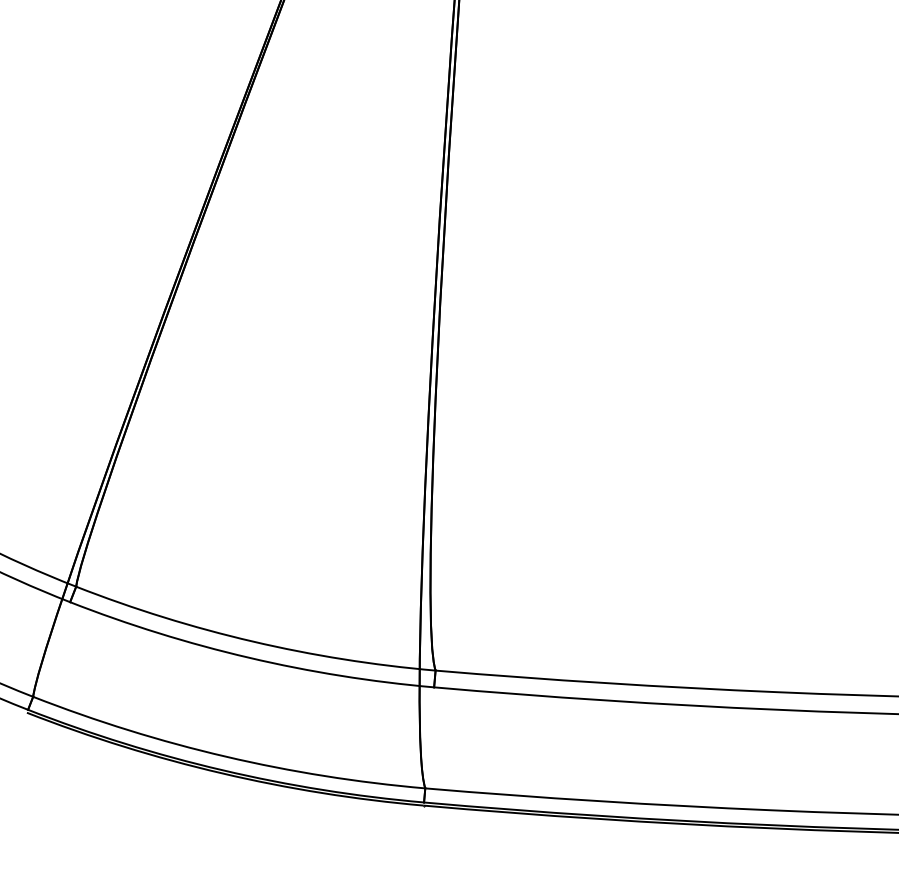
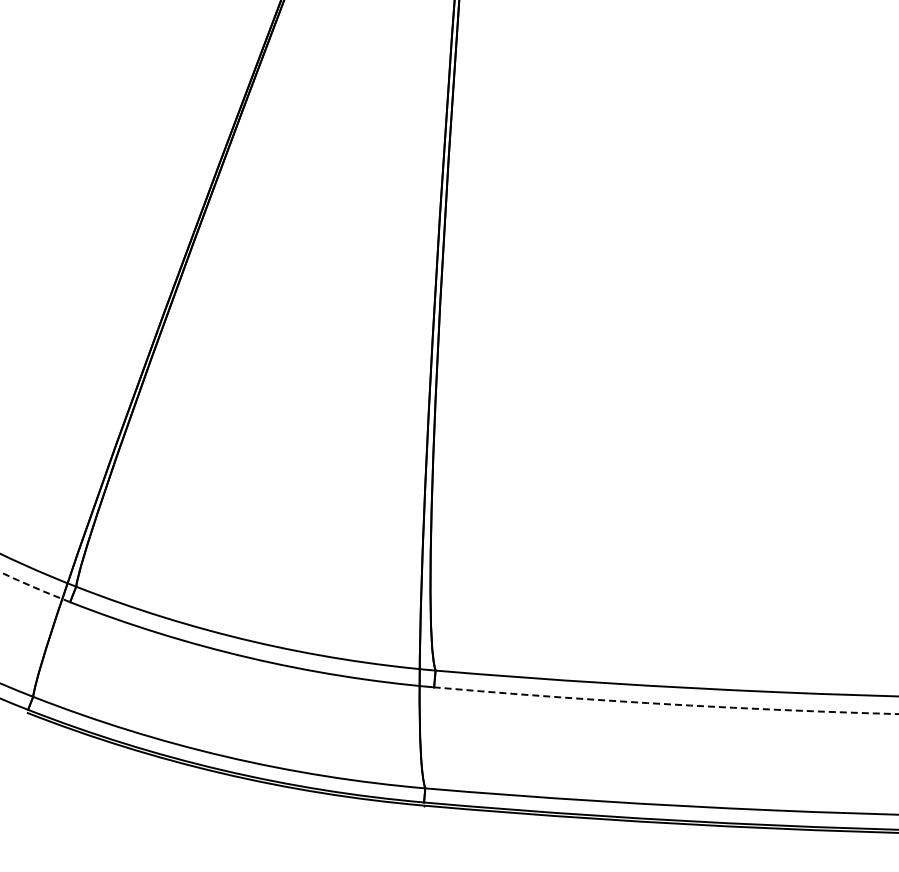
arc at (35, 587): solid -> dashed
arc at (666, 704): solid -> dashed
